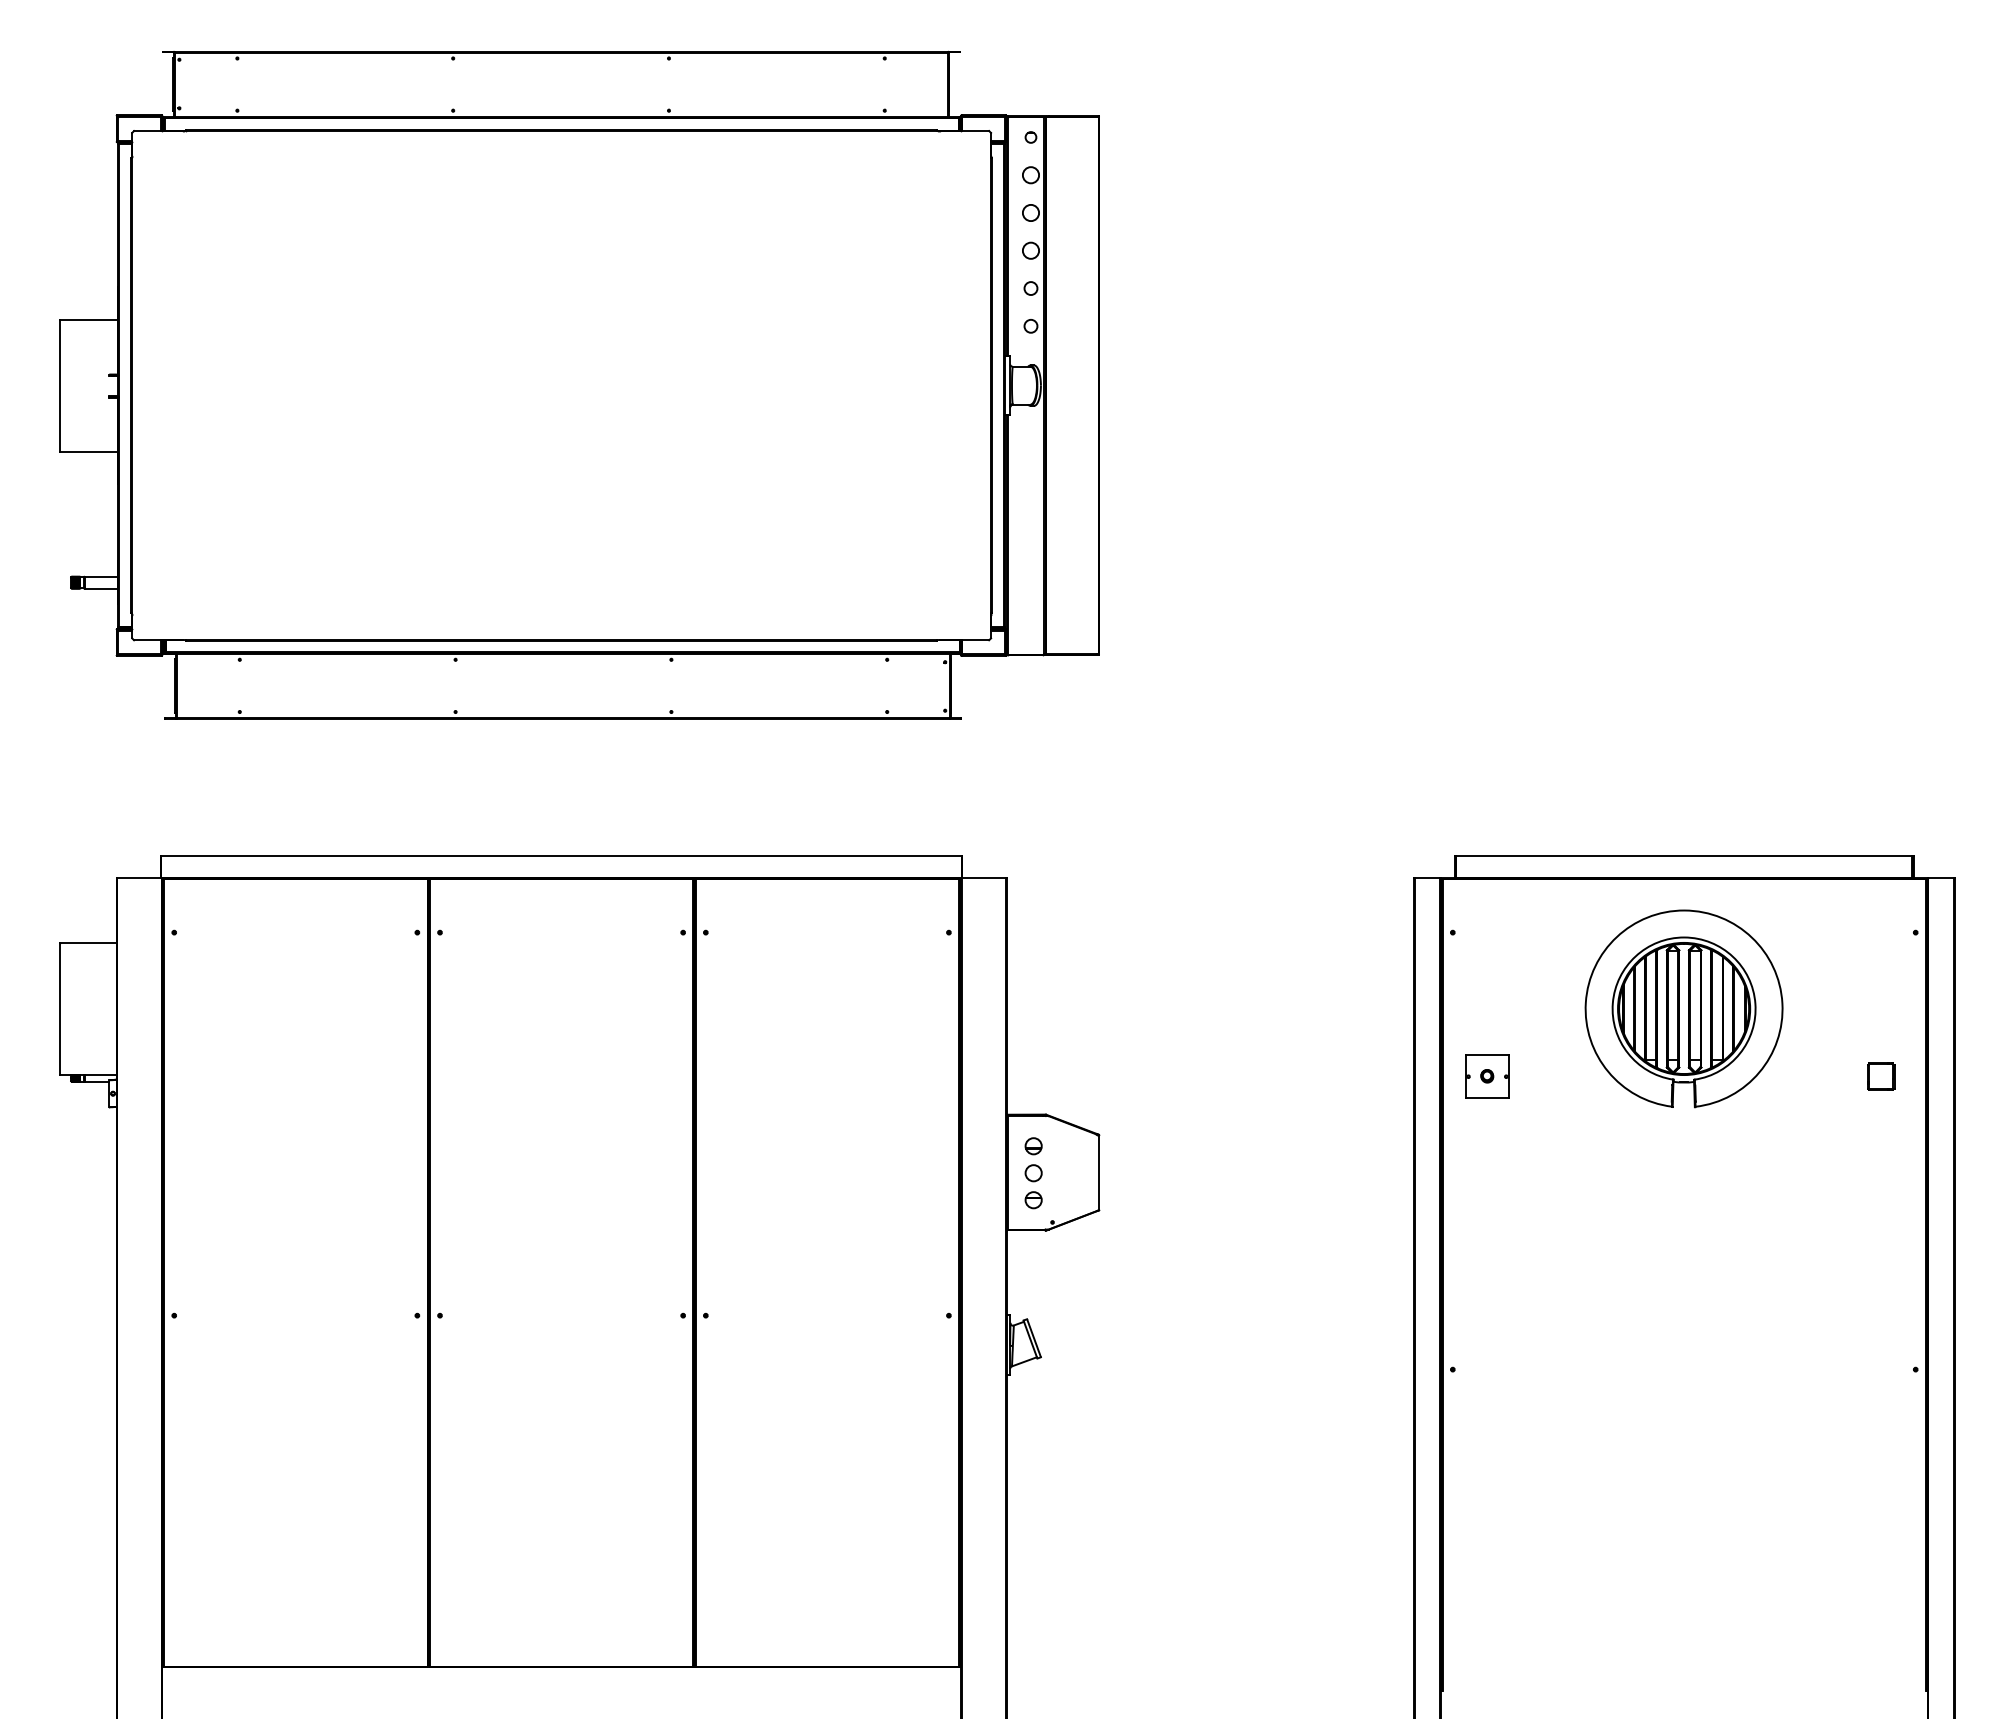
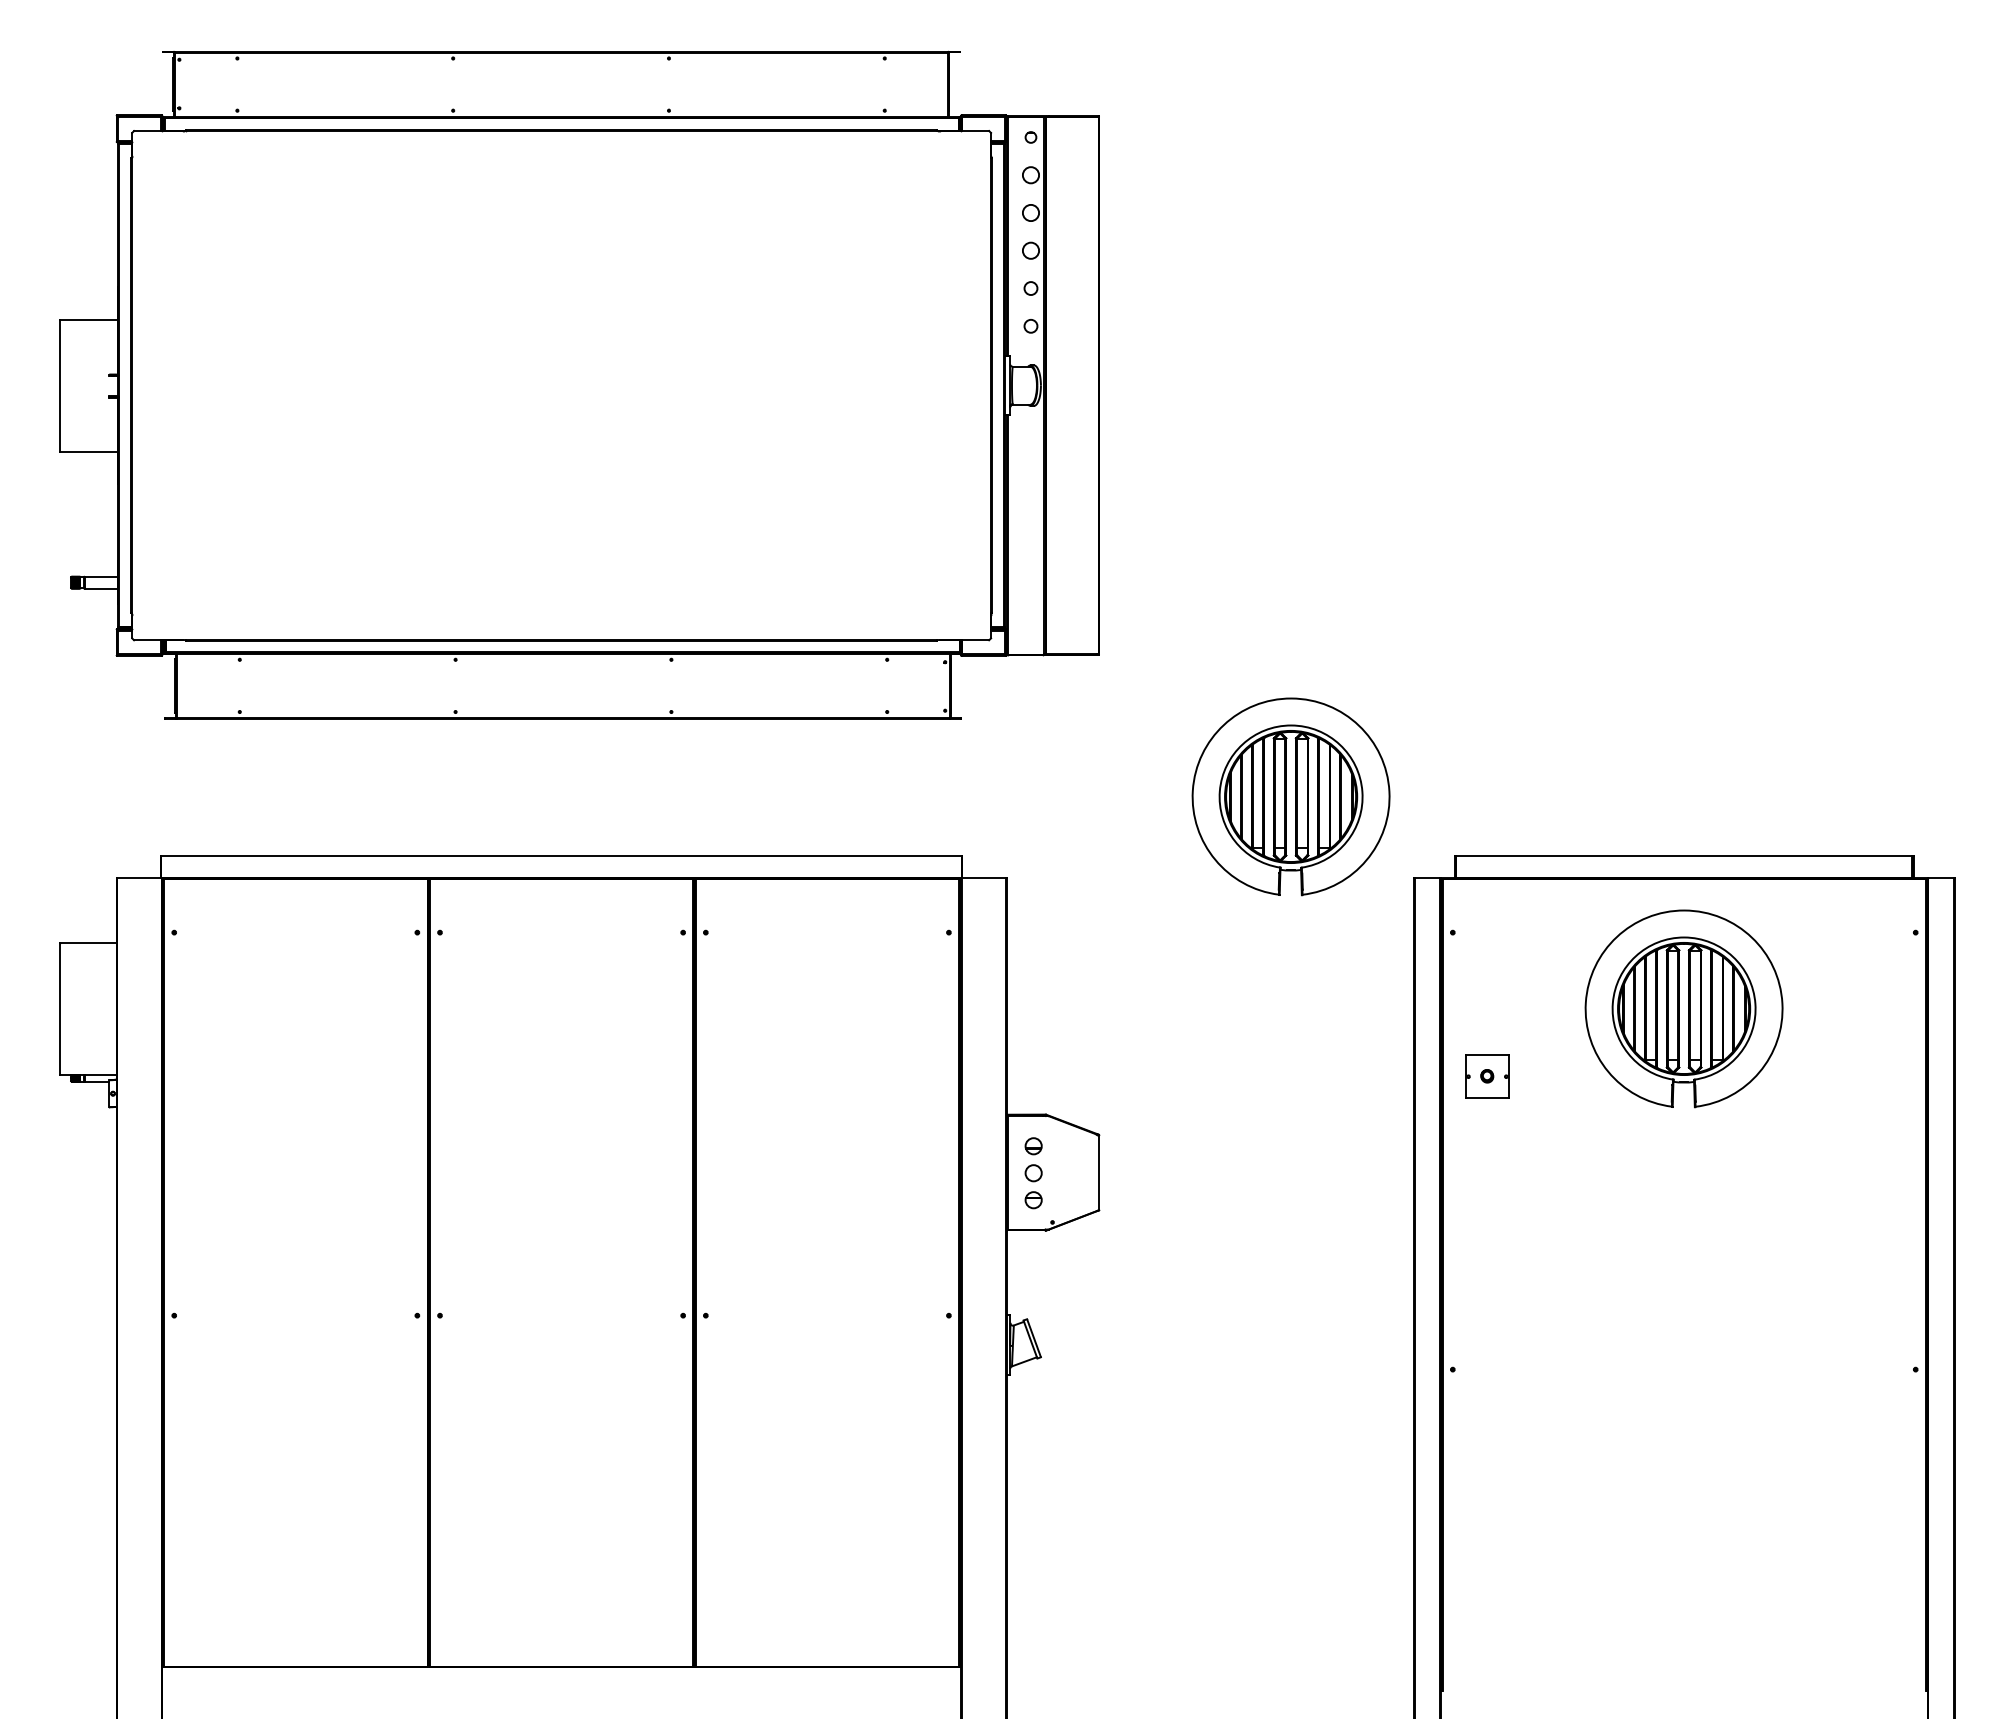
part at (1290, 796): none -> present
part at (1881, 1076): present -> none
